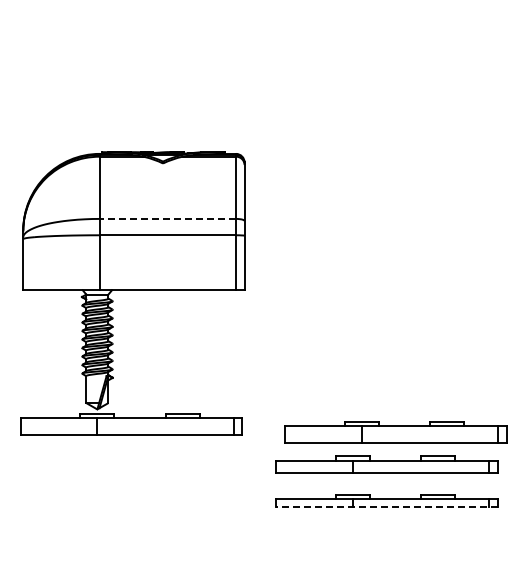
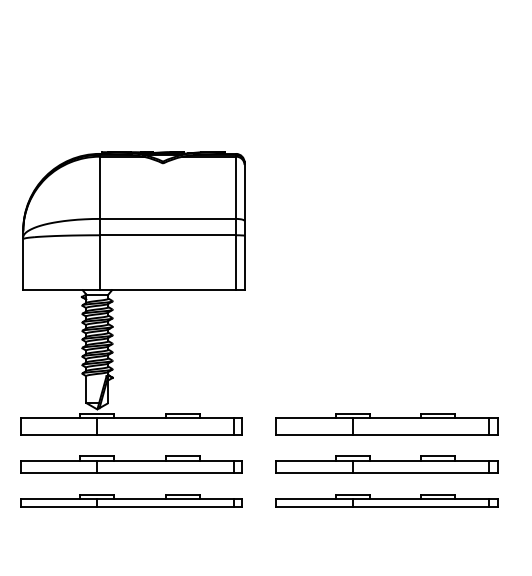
line at (167, 218): dashed -> solid
part at (395, 432) position: (395, 432) -> (386, 424)
part at (131, 464): none -> present
part at (131, 500): none -> present
line at (386, 507): dashed -> solid
